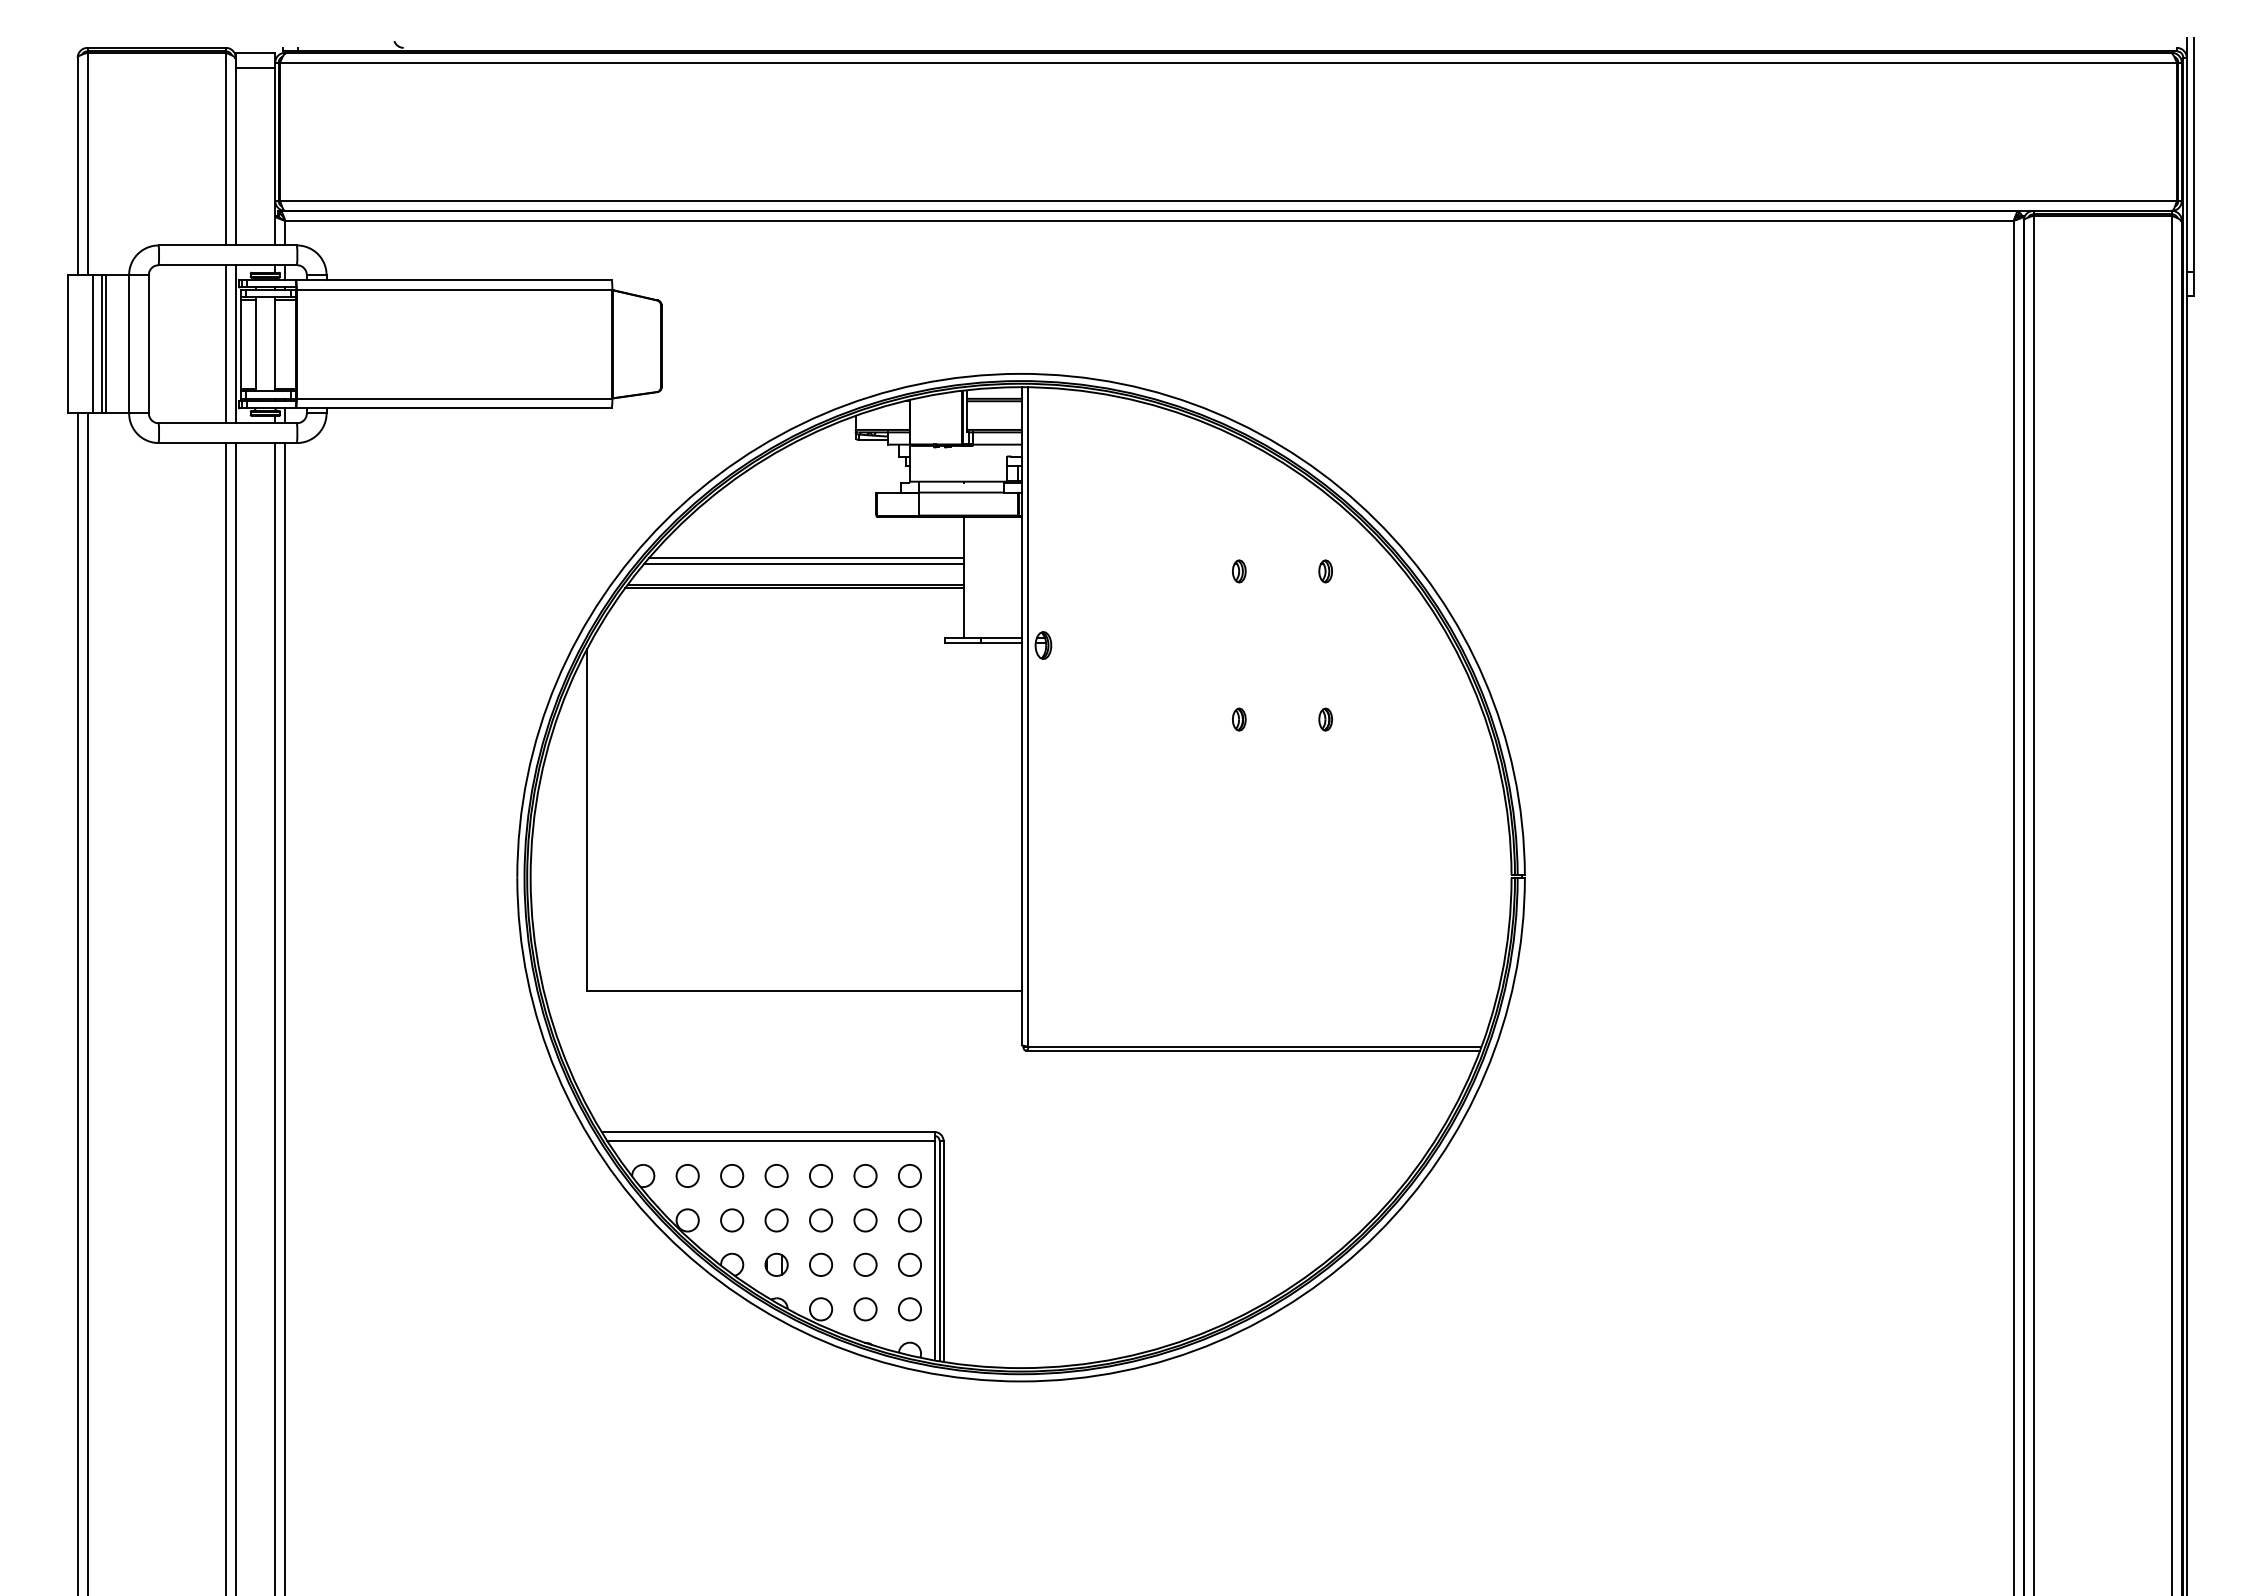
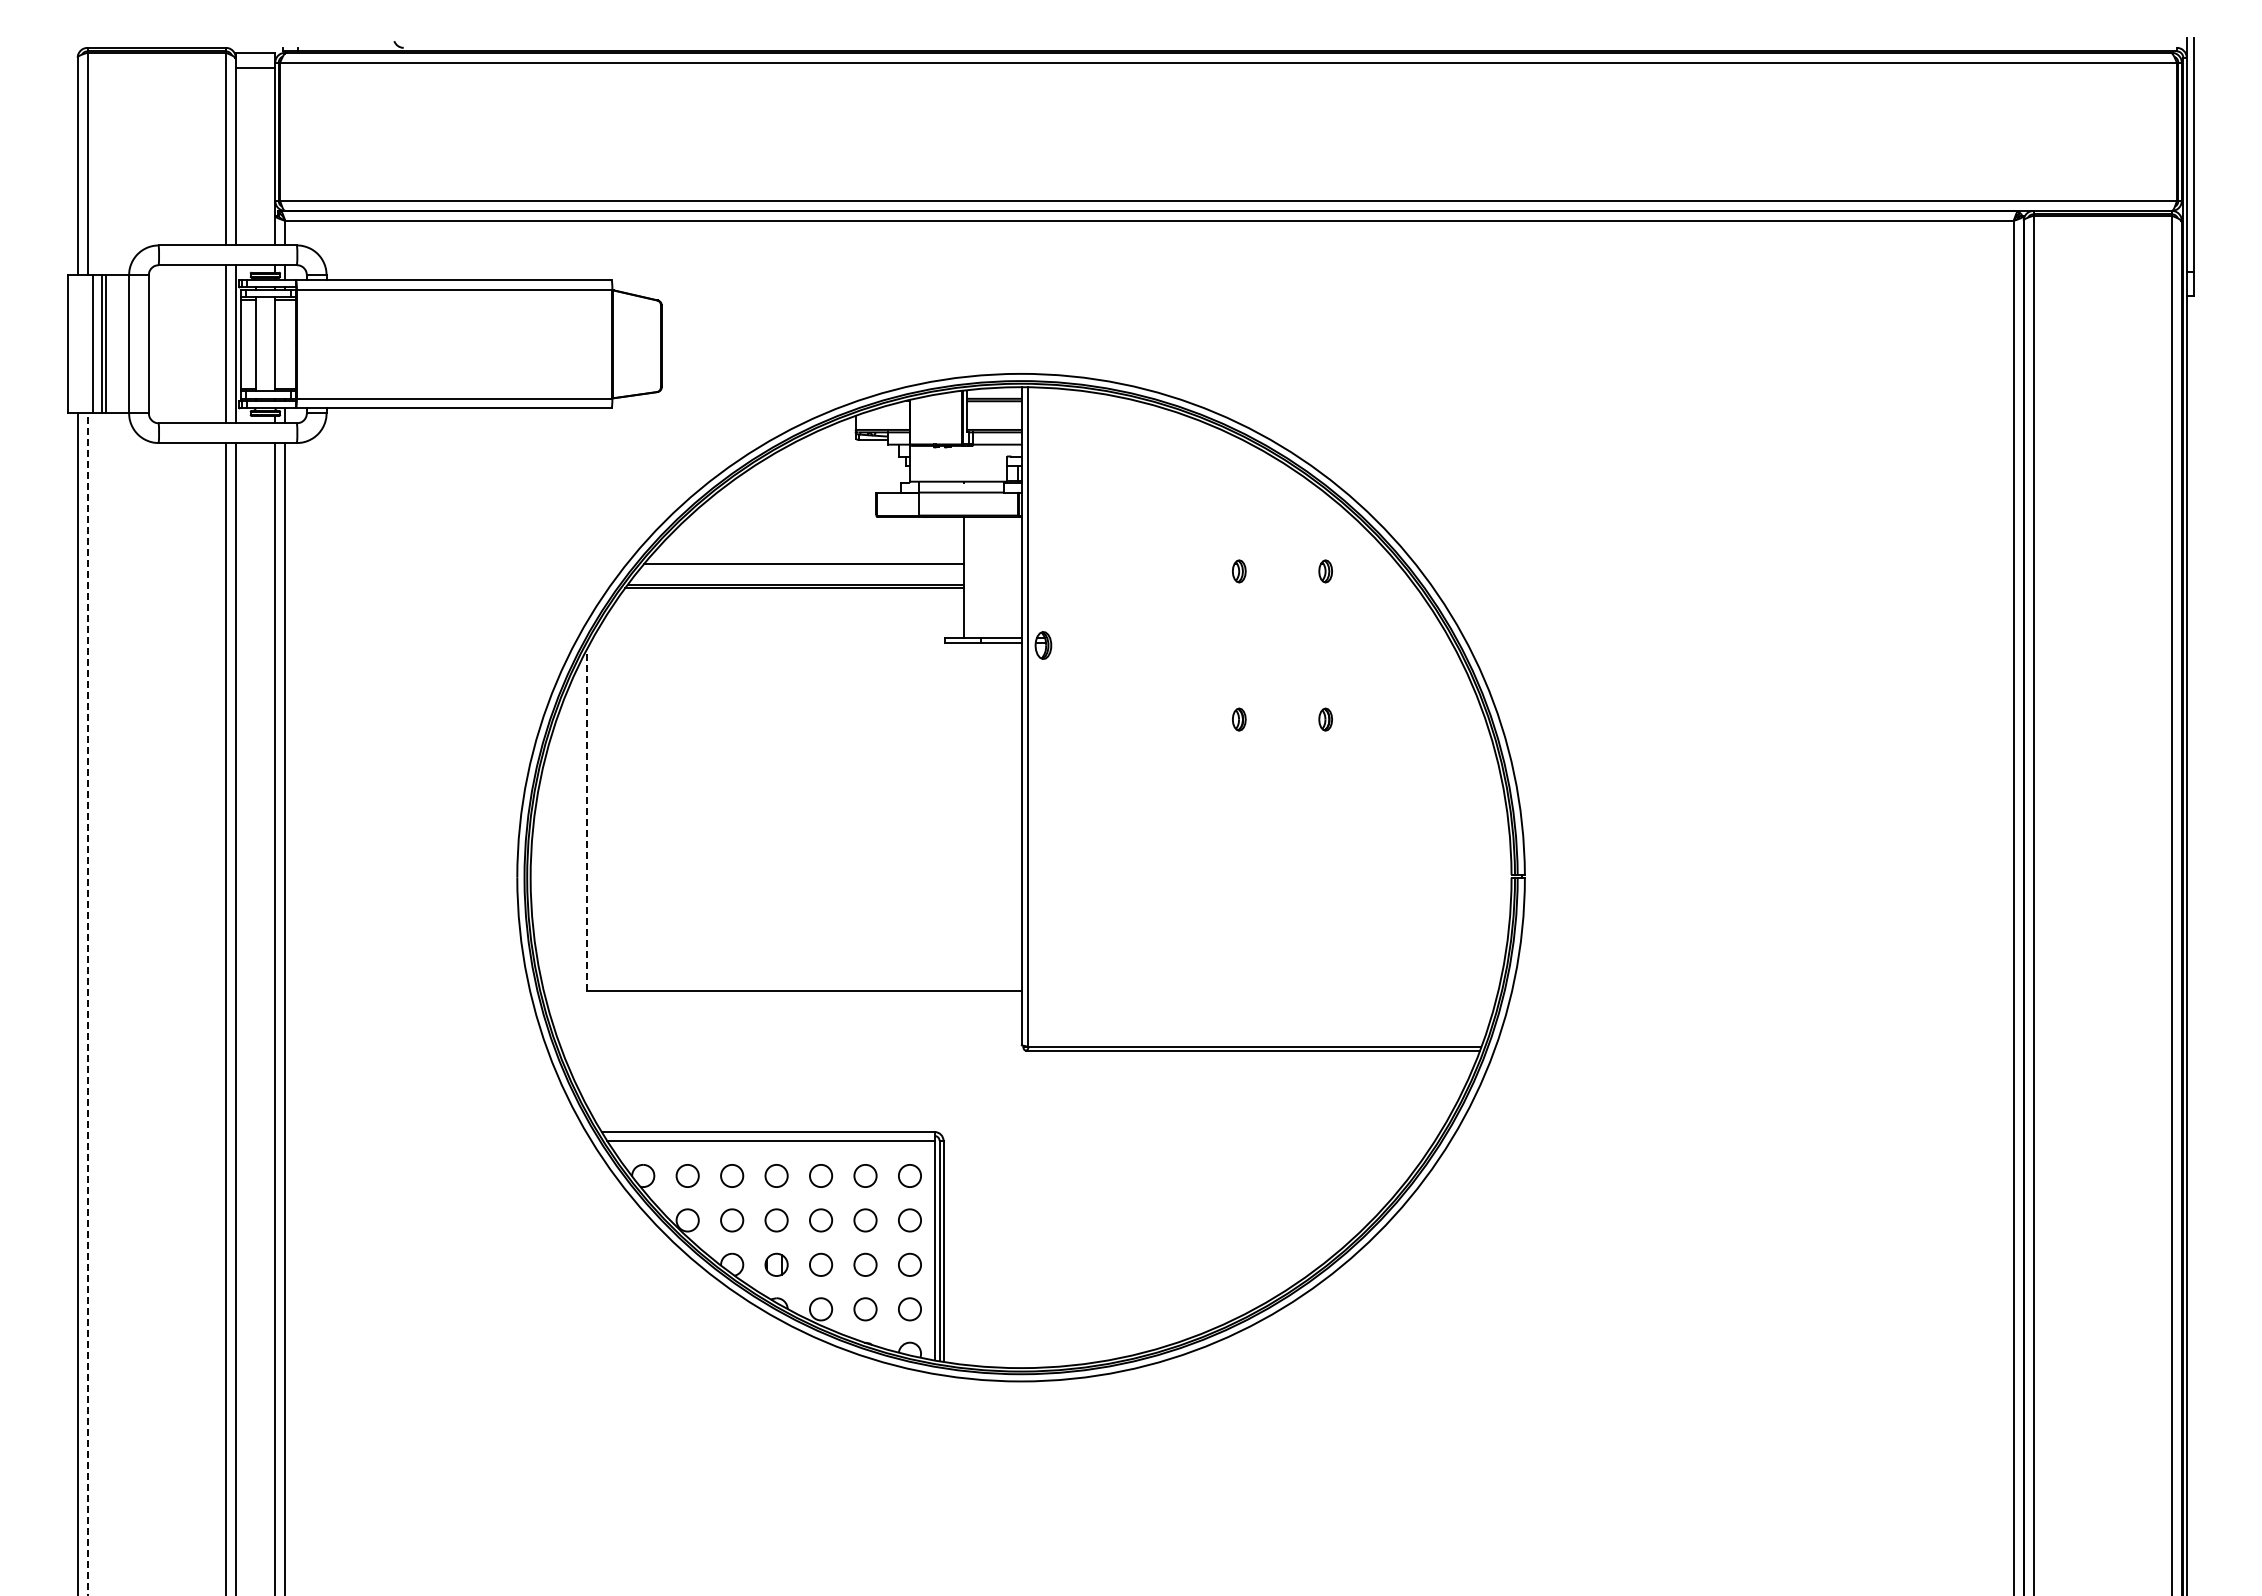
line at (806, 557): present -> none
line at (587, 819): solid -> dashed
line at (87, 1004): solid -> dashed
